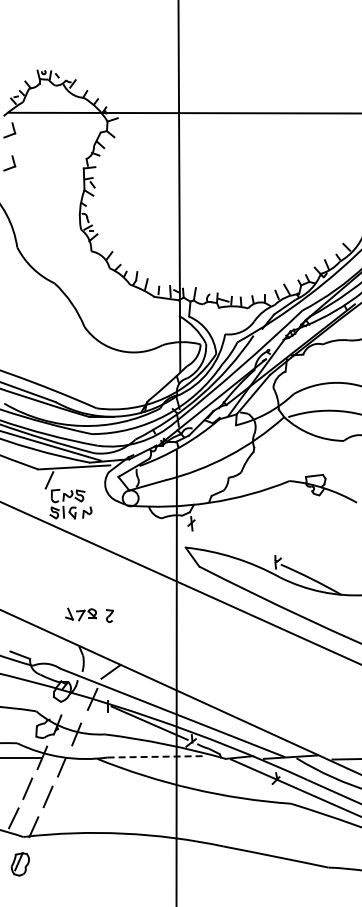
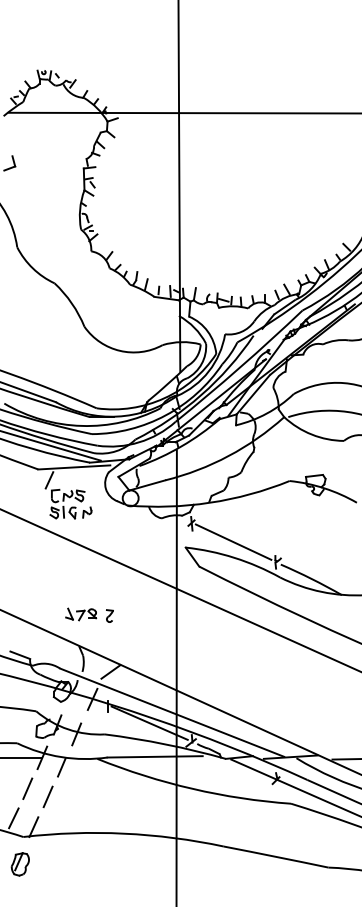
part at (9, 130): present -> none
line at (233, 541): none -> present
line at (180, 583) position: (180, 583) -> (180, 590)
line at (155, 756): dashed -> solid
